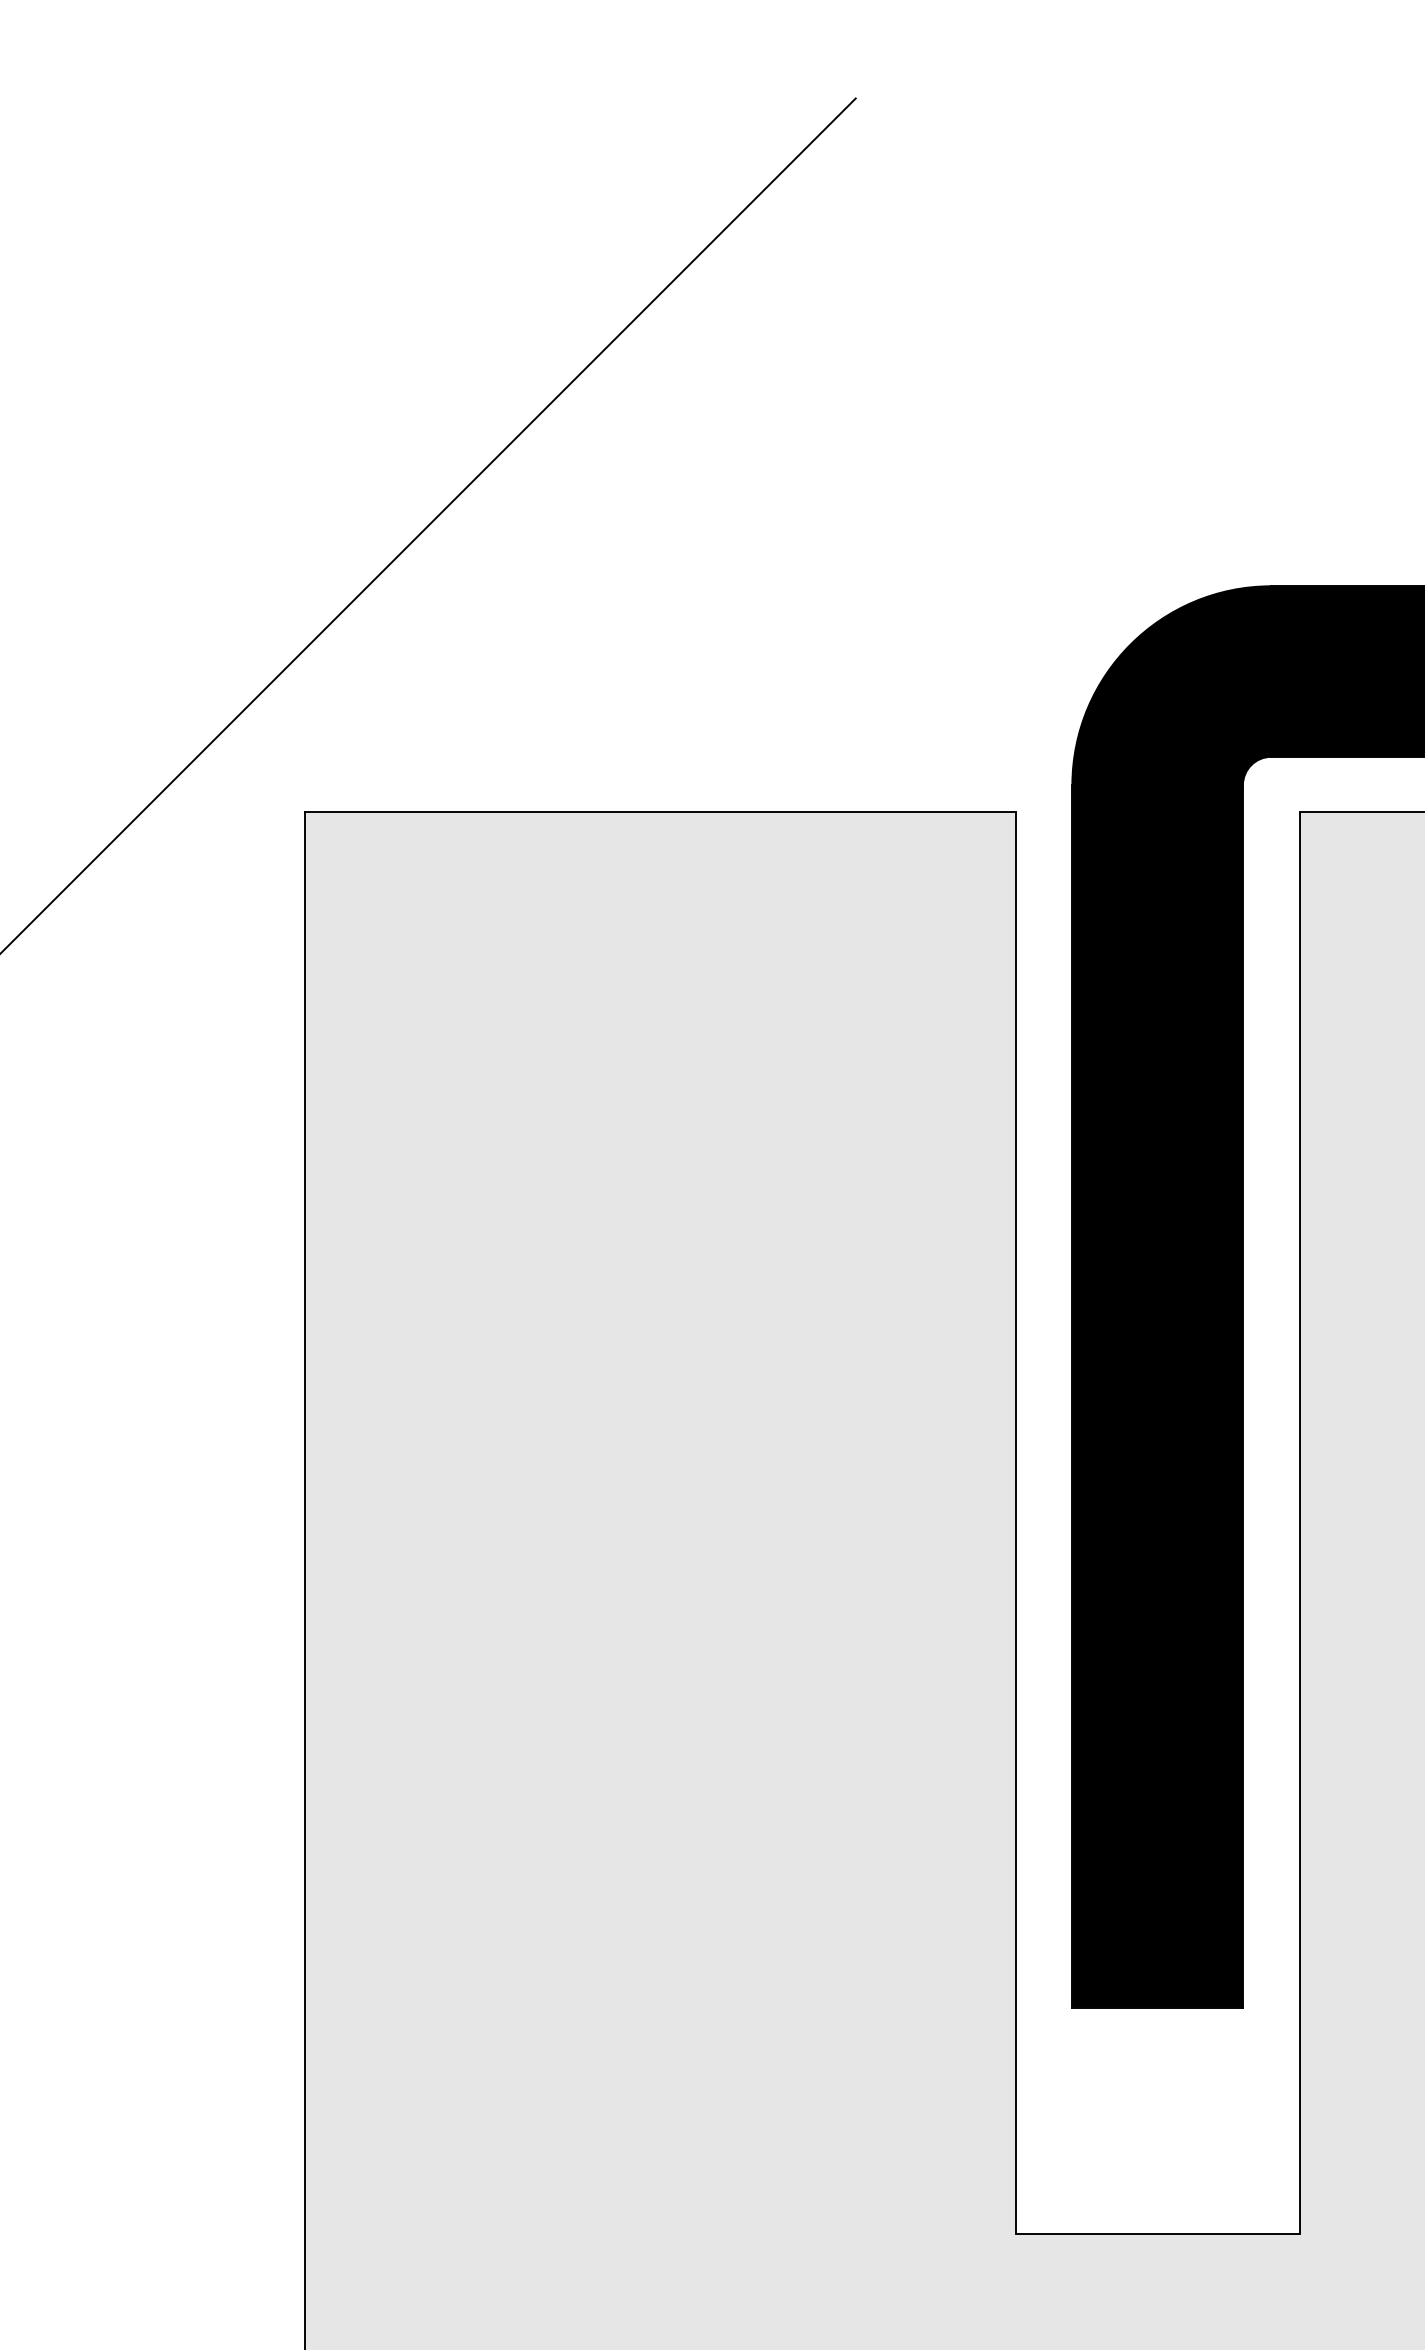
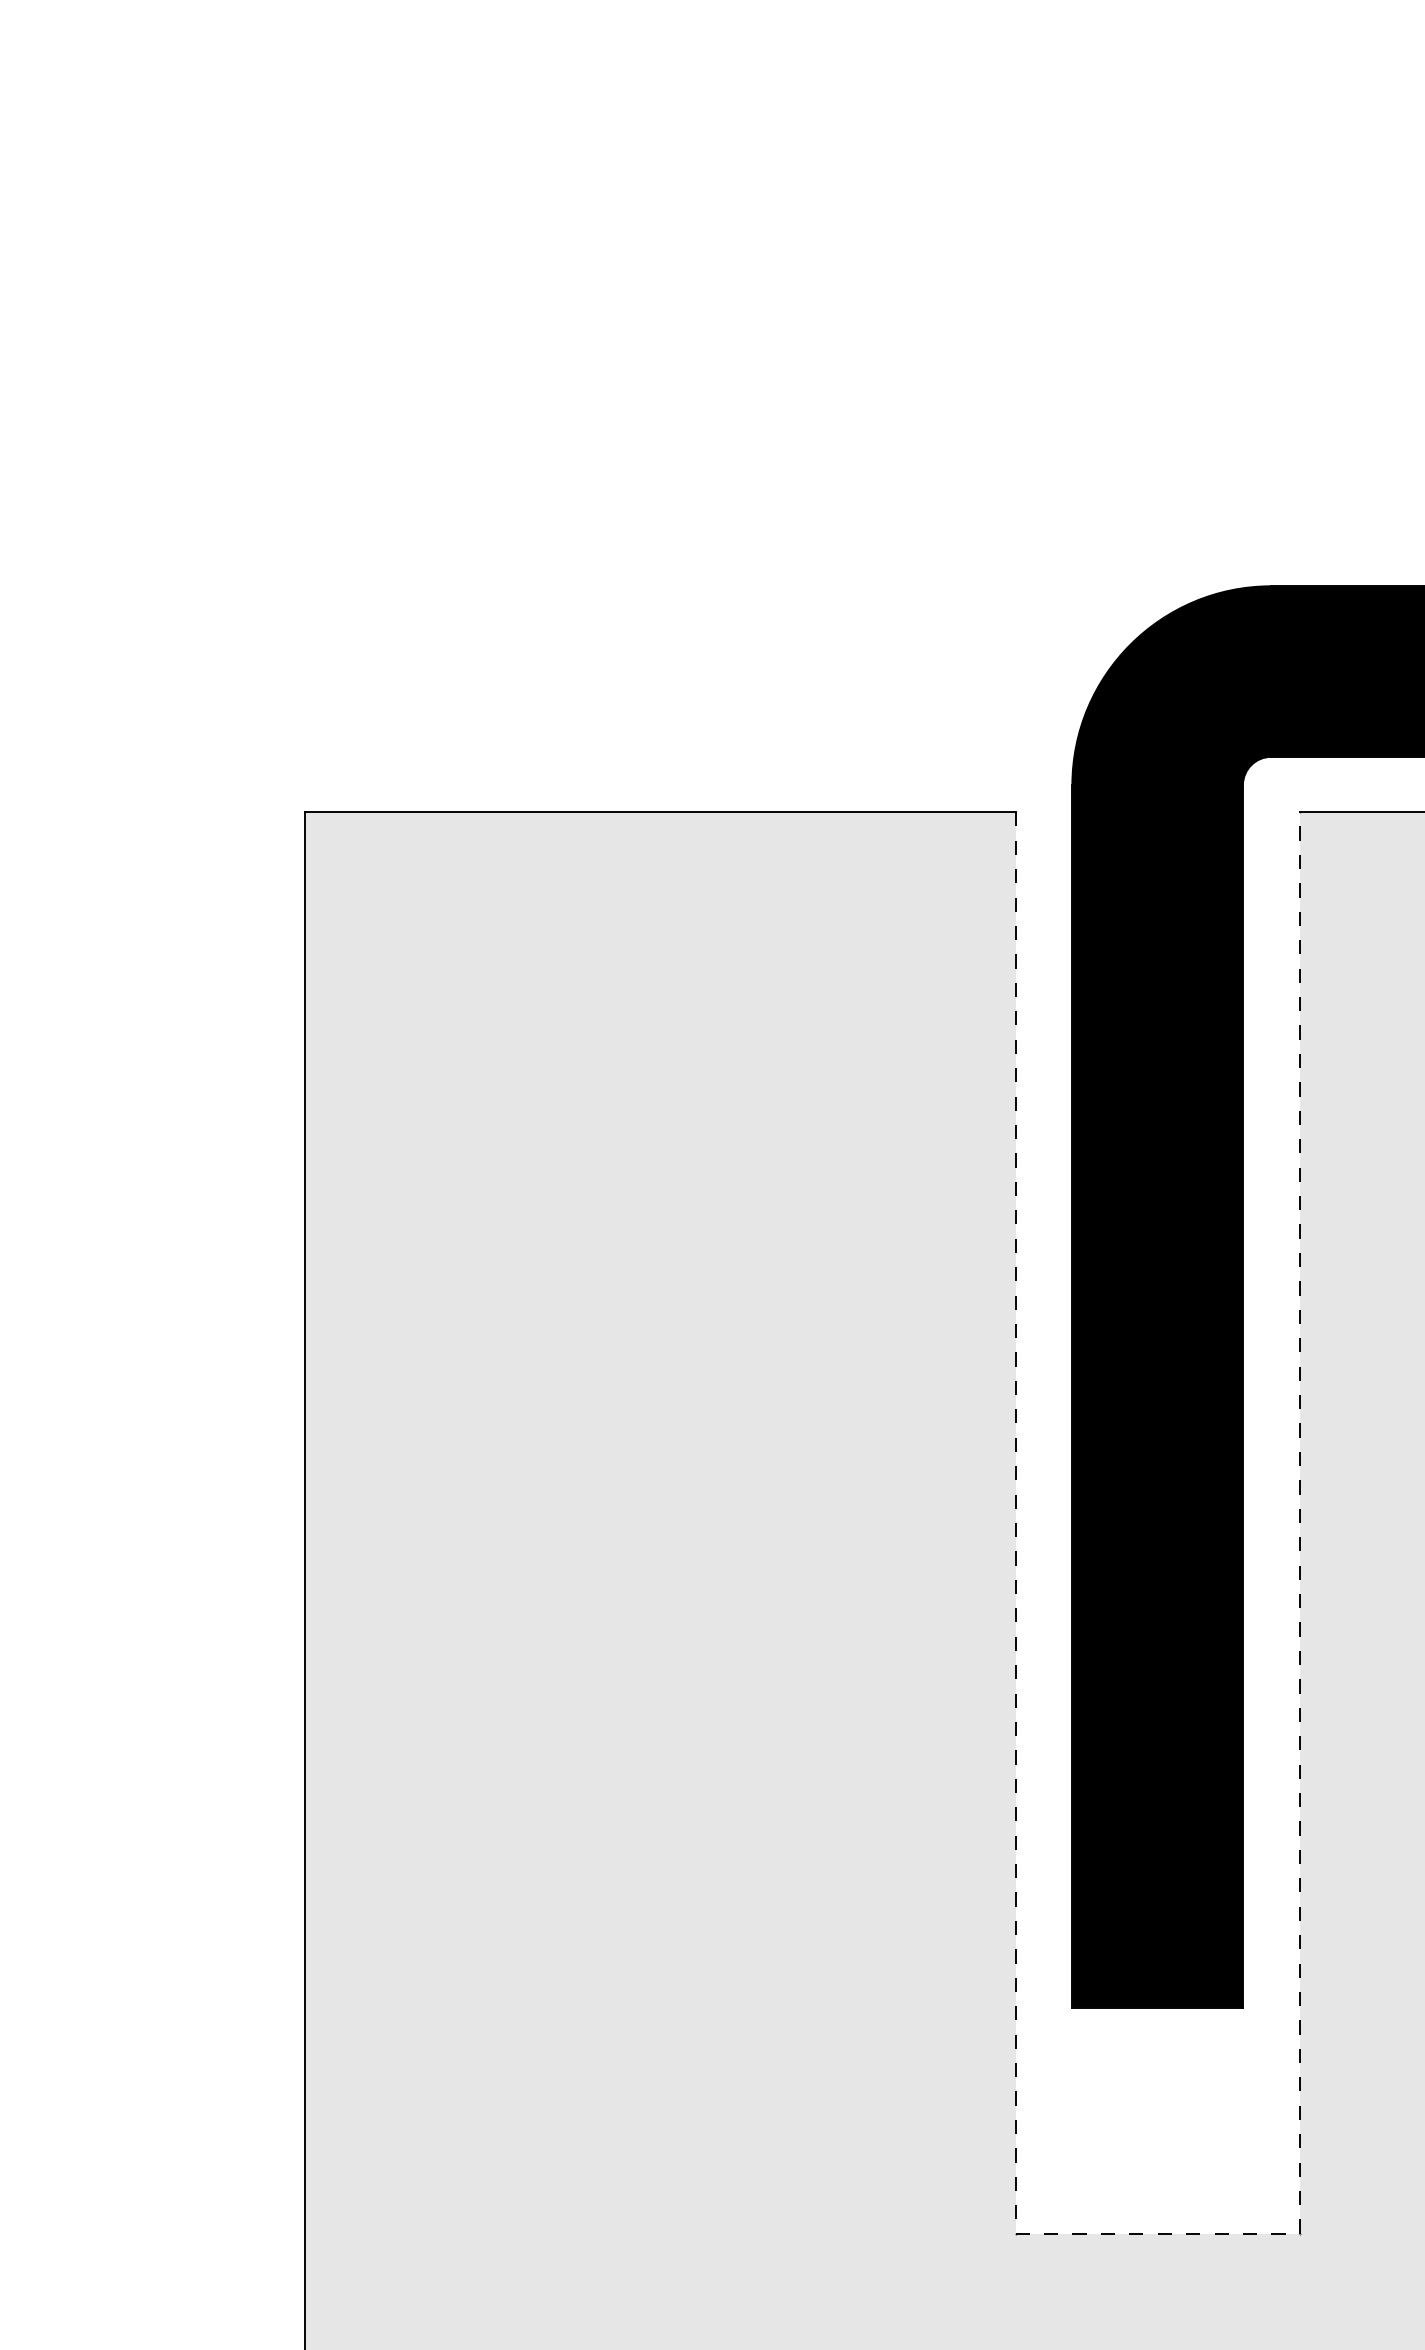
line at (428, 524): present -> none
line at (1158, 2233): solid -> dashed
